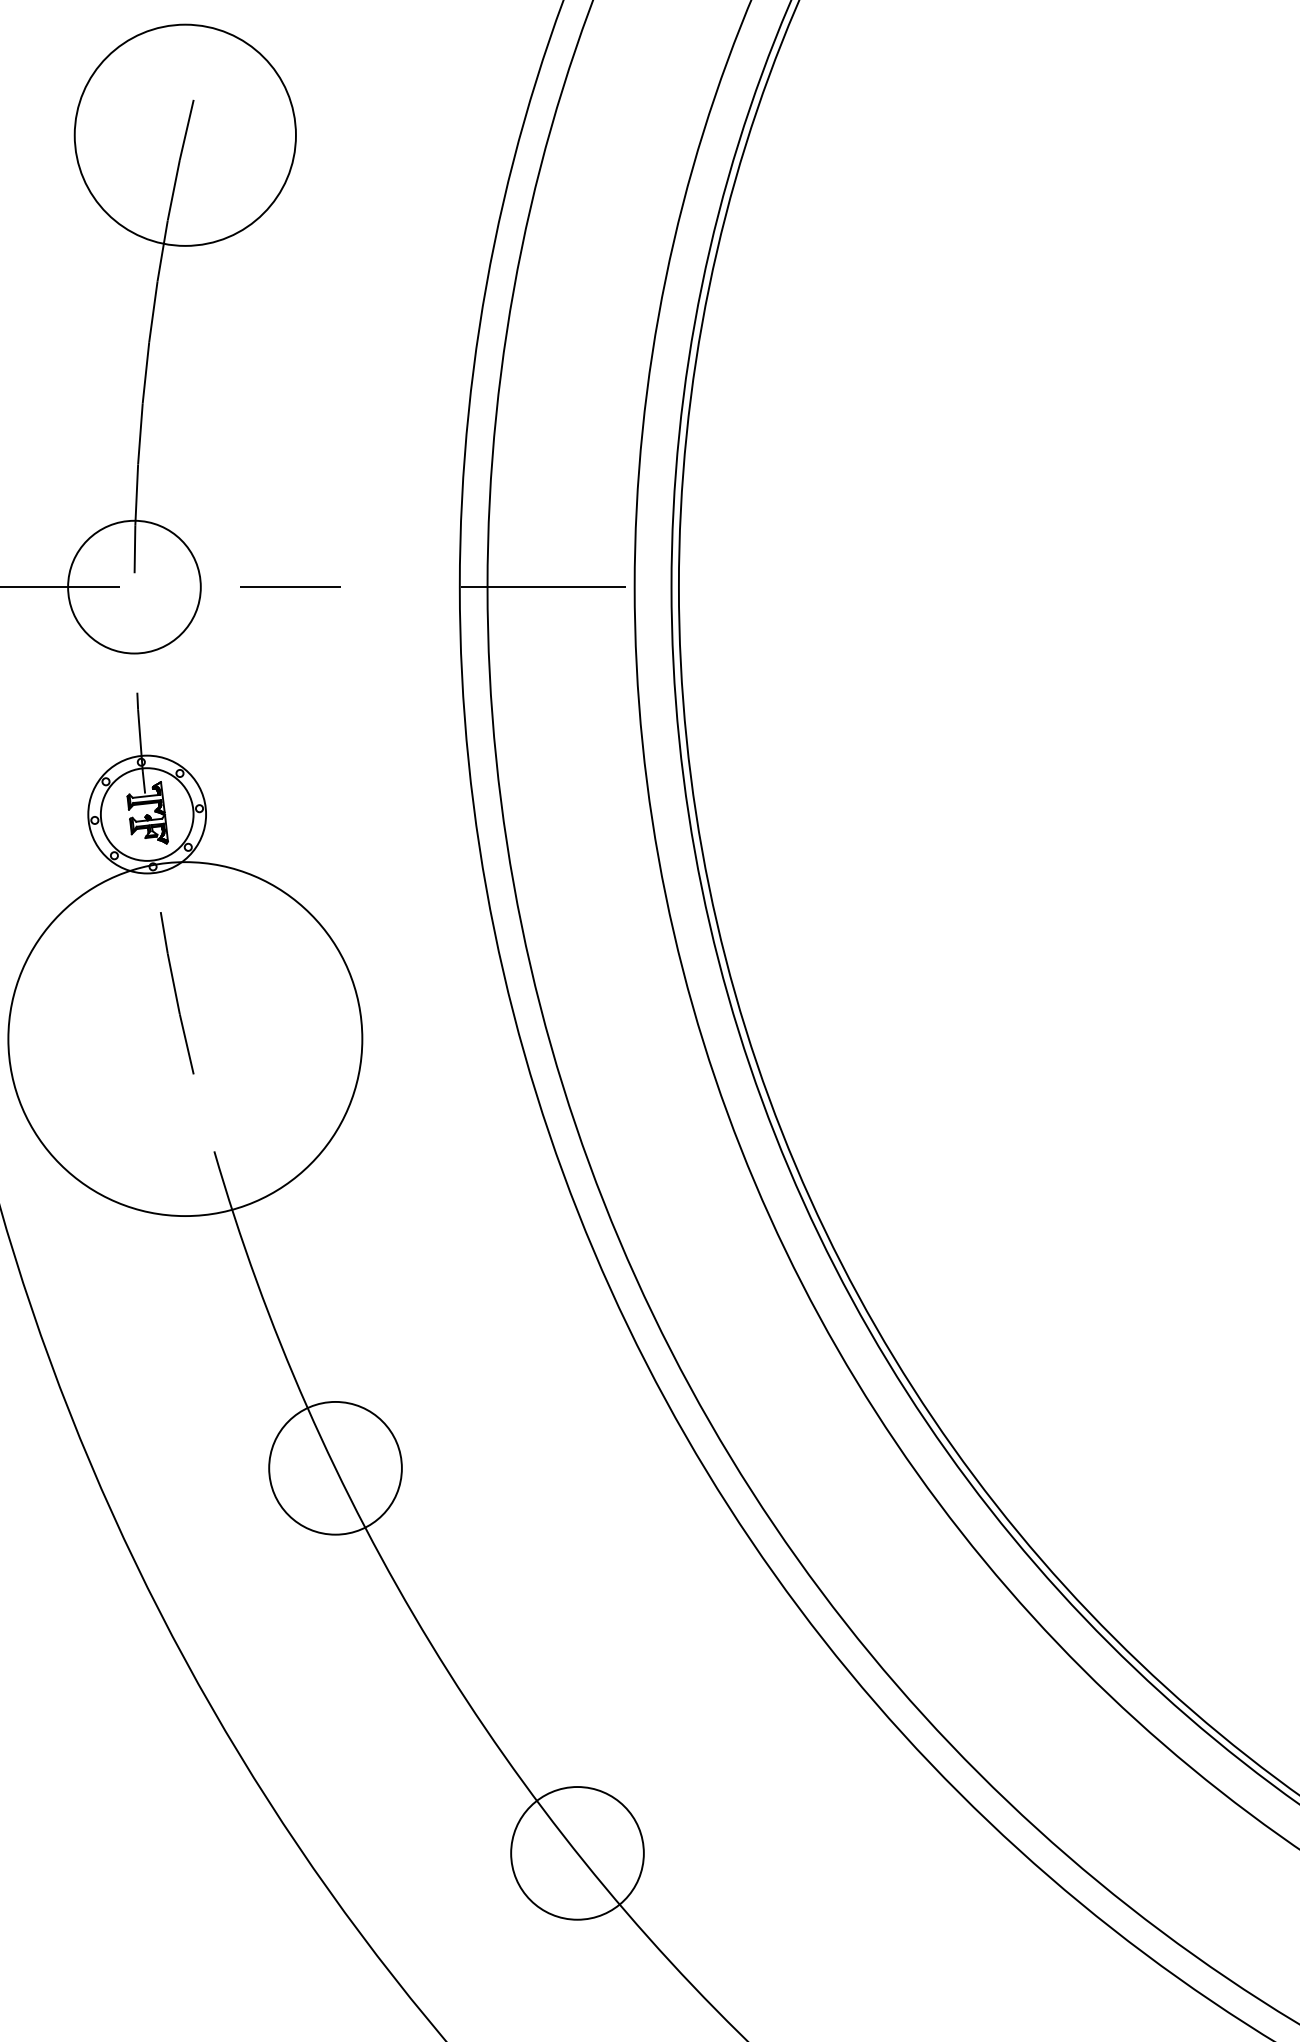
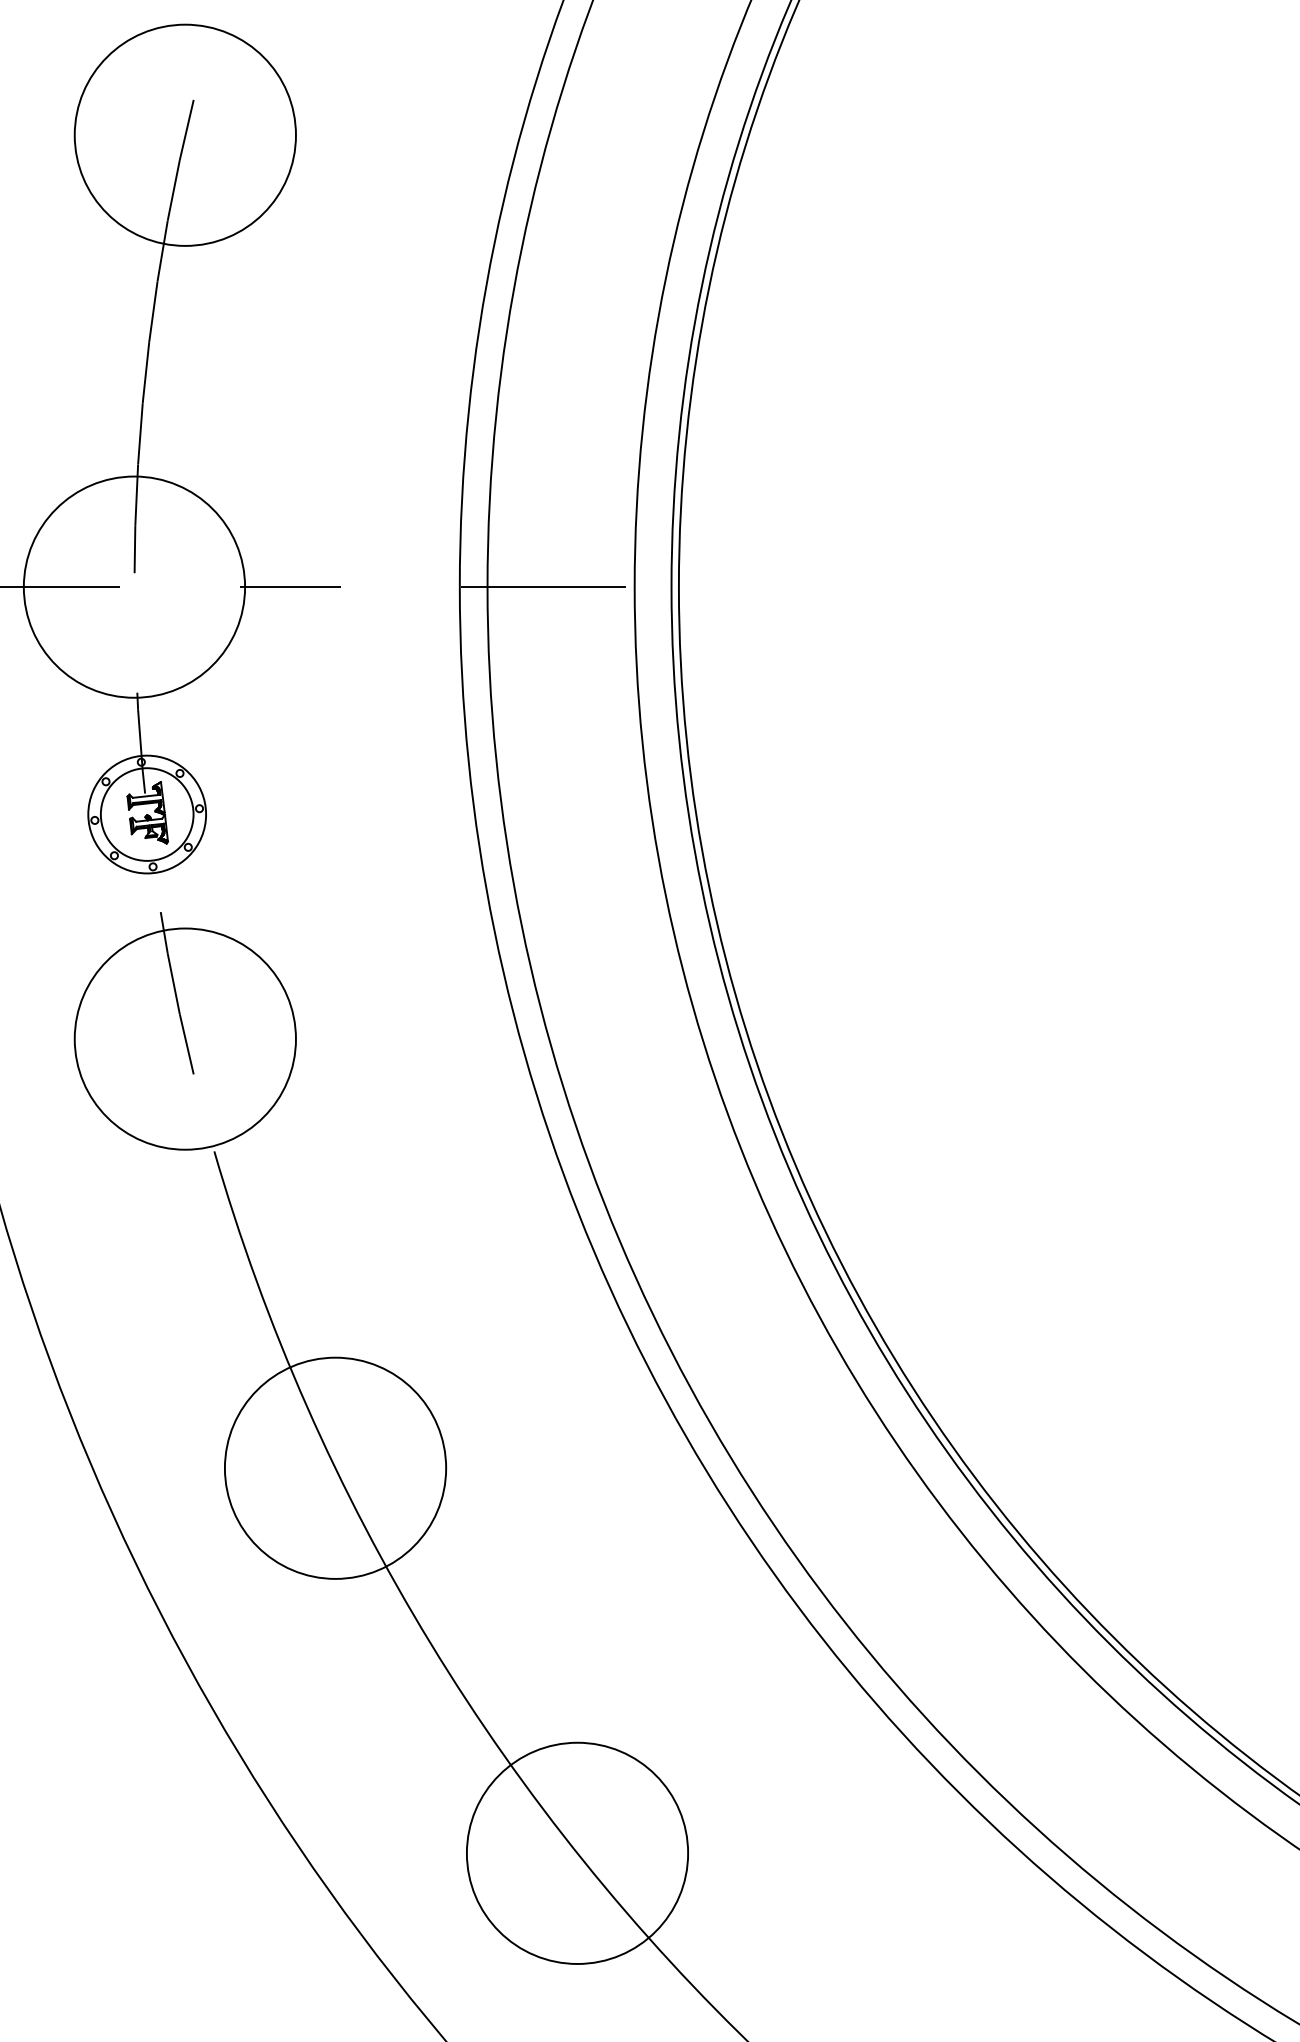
circle at (134, 586) diameter: 133 px -> 221 px
circle at (185, 1039) diameter: 354 px -> 221 px
circle at (335, 1467) diameter: 133 px -> 221 px
circle at (577, 1853) diameter: 133 px -> 221 px
